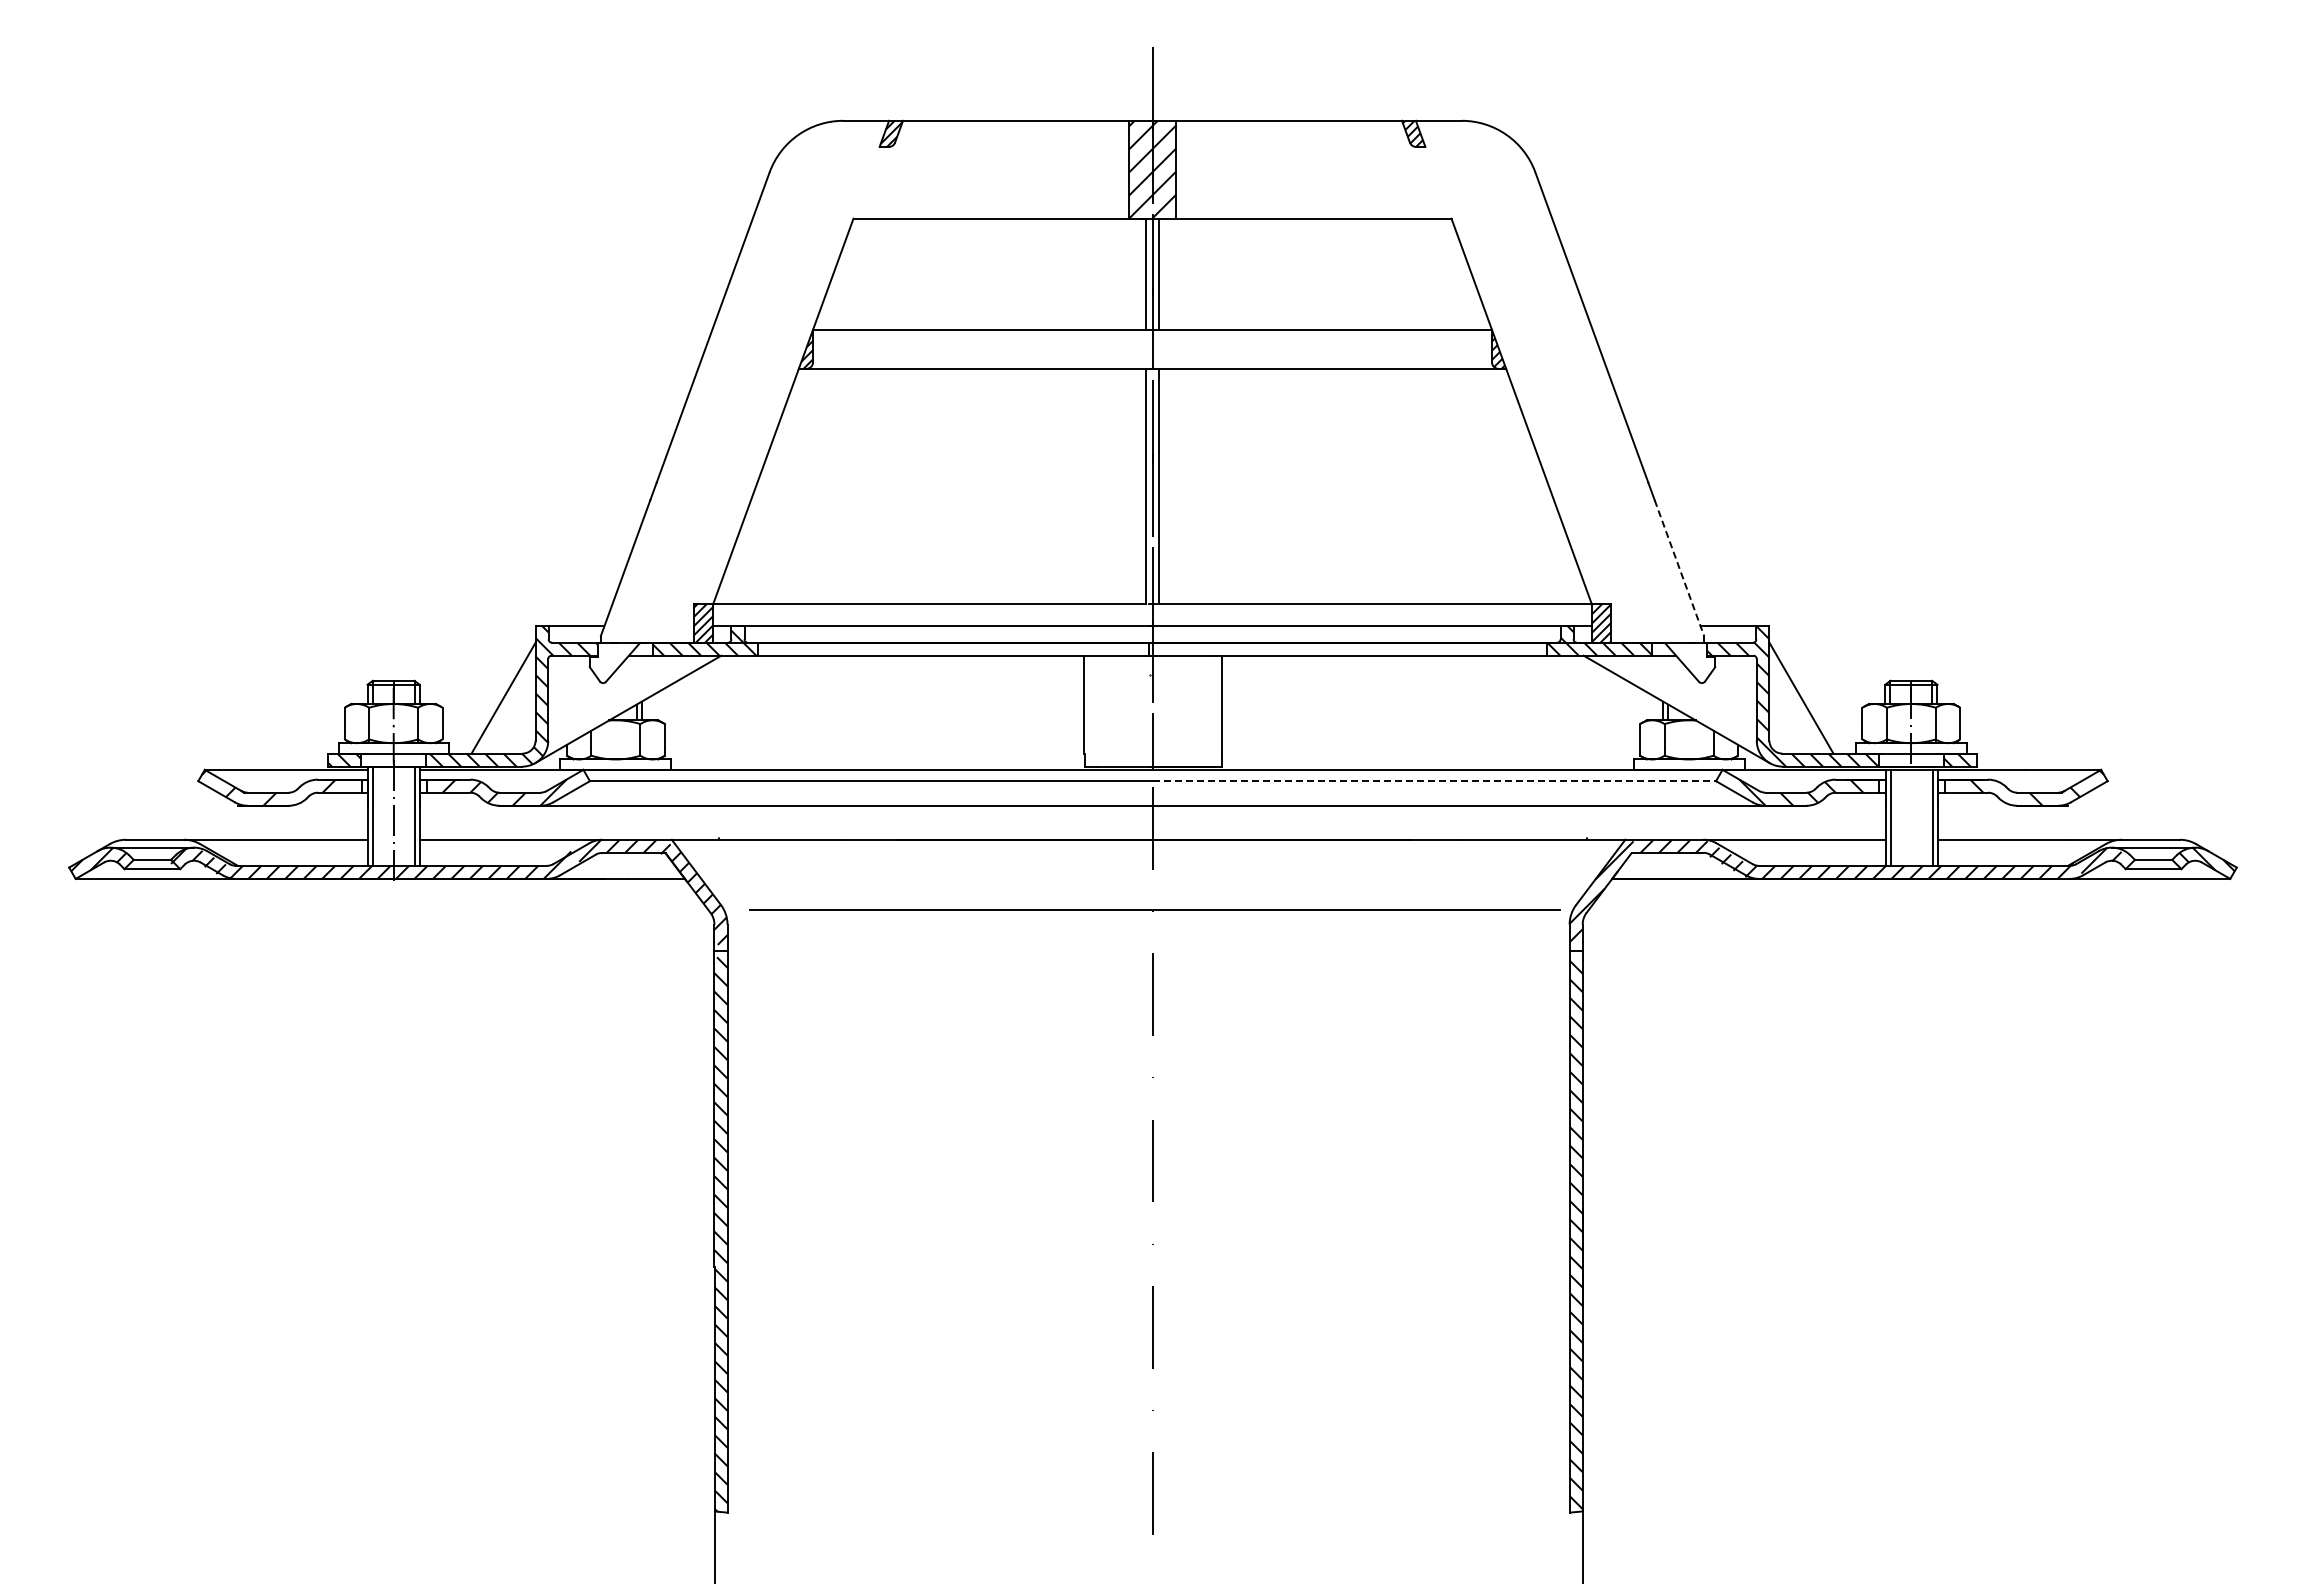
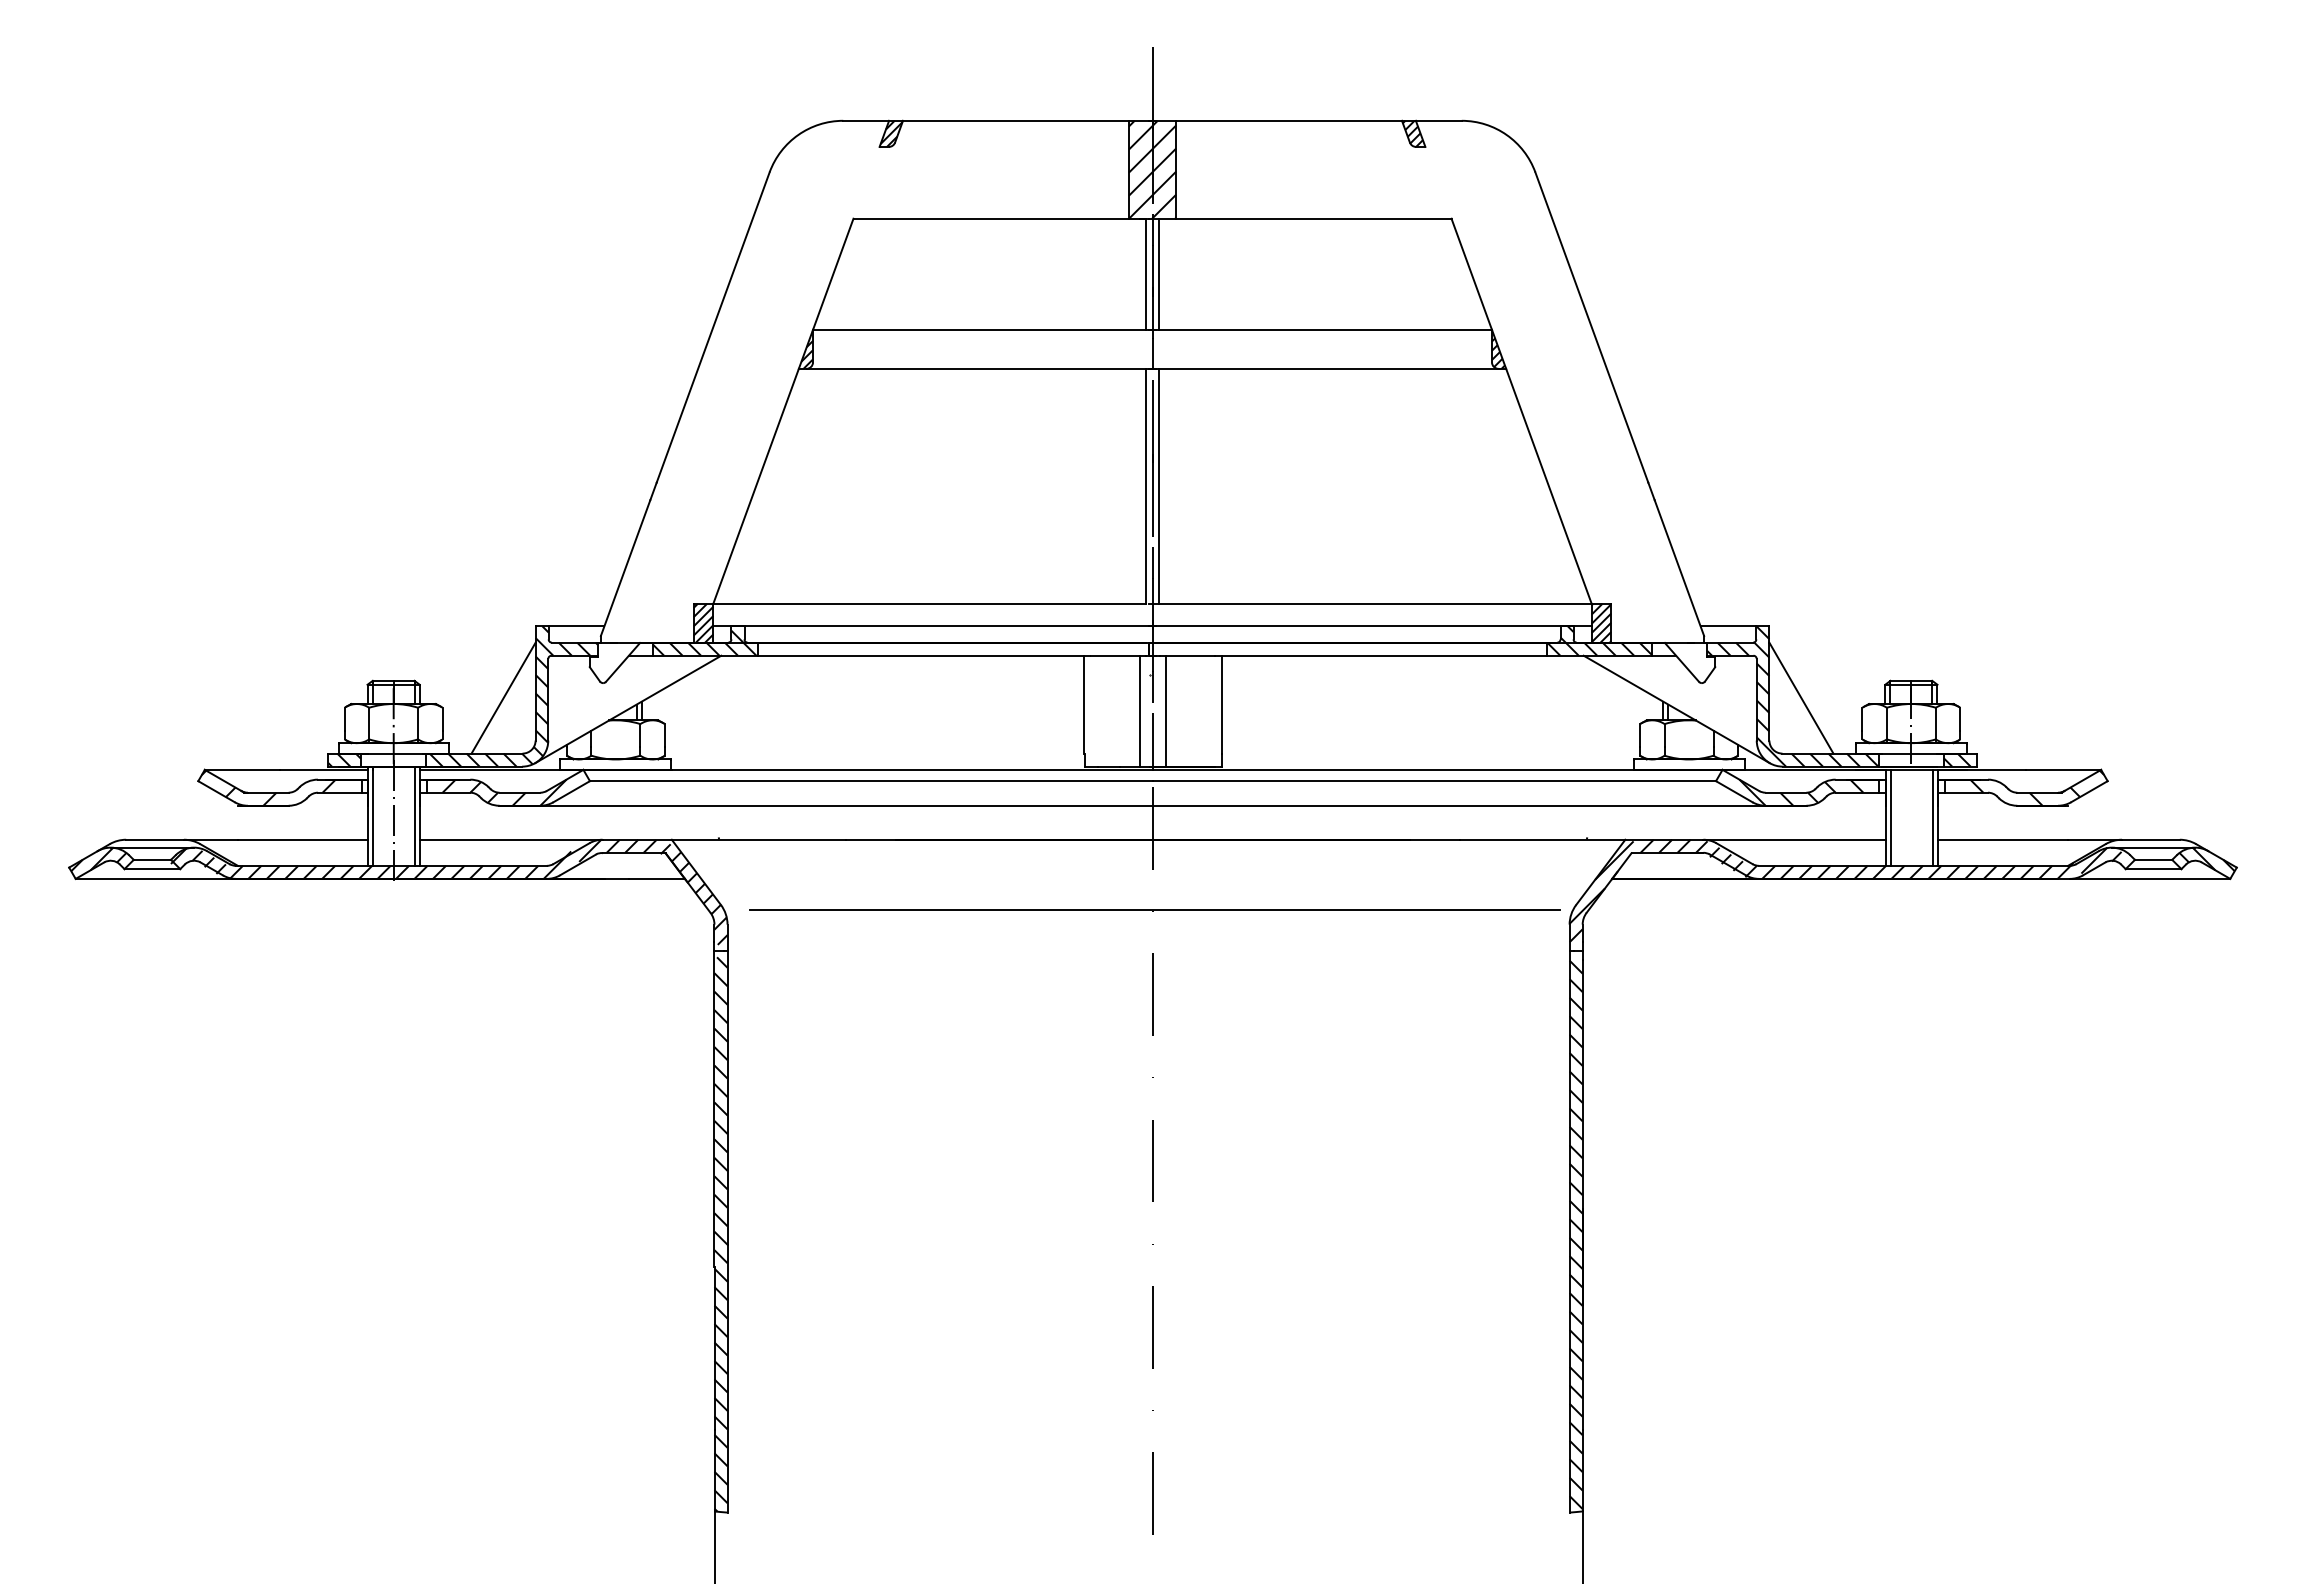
line at (1679, 568): dashed -> solid
line at (1139, 710): none -> present
line at (1166, 710): none -> present
line at (1435, 781): dashed -> solid
